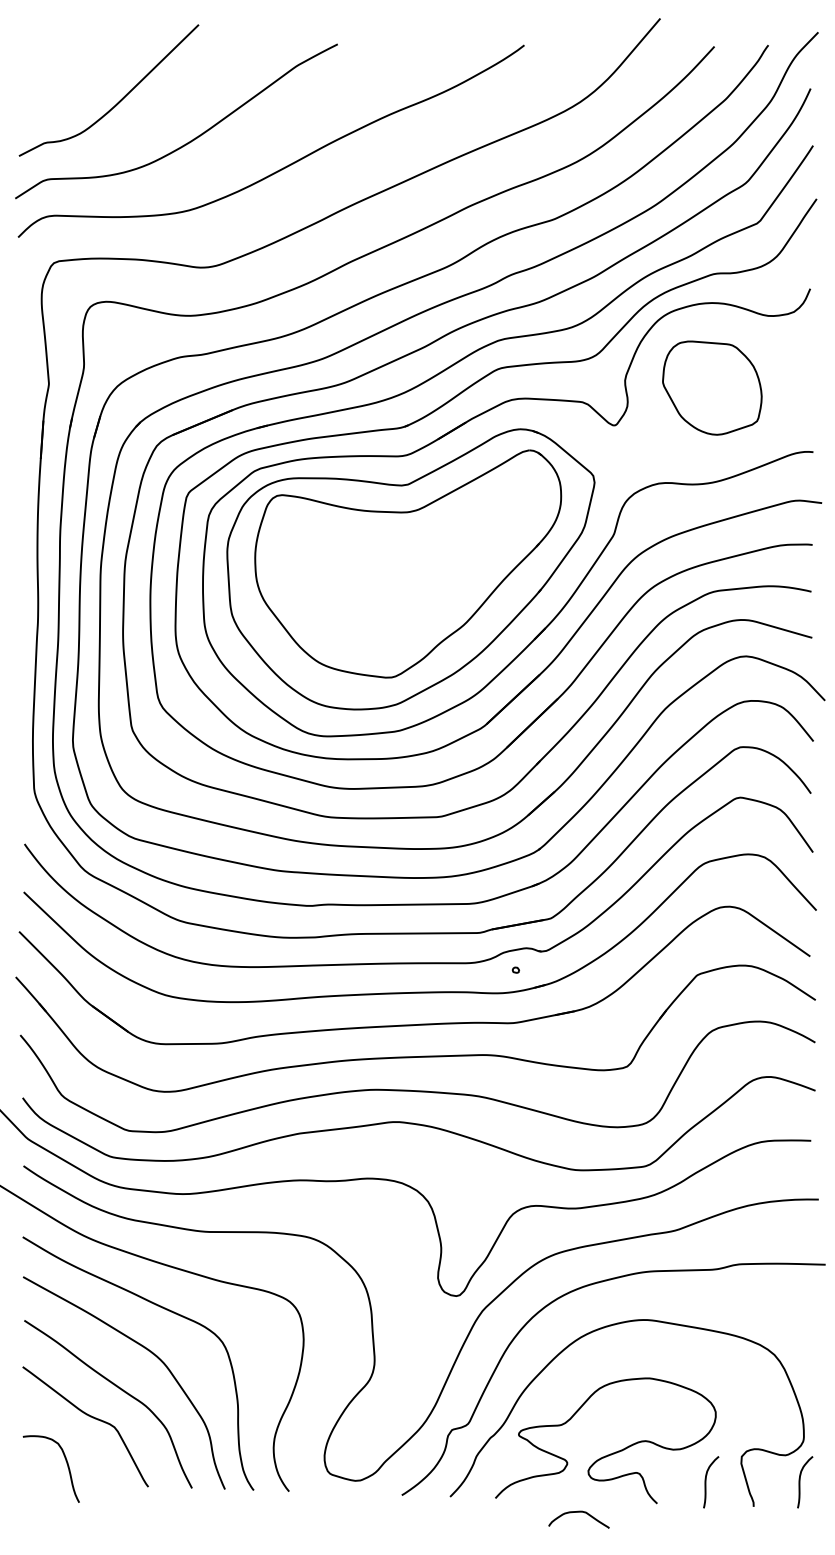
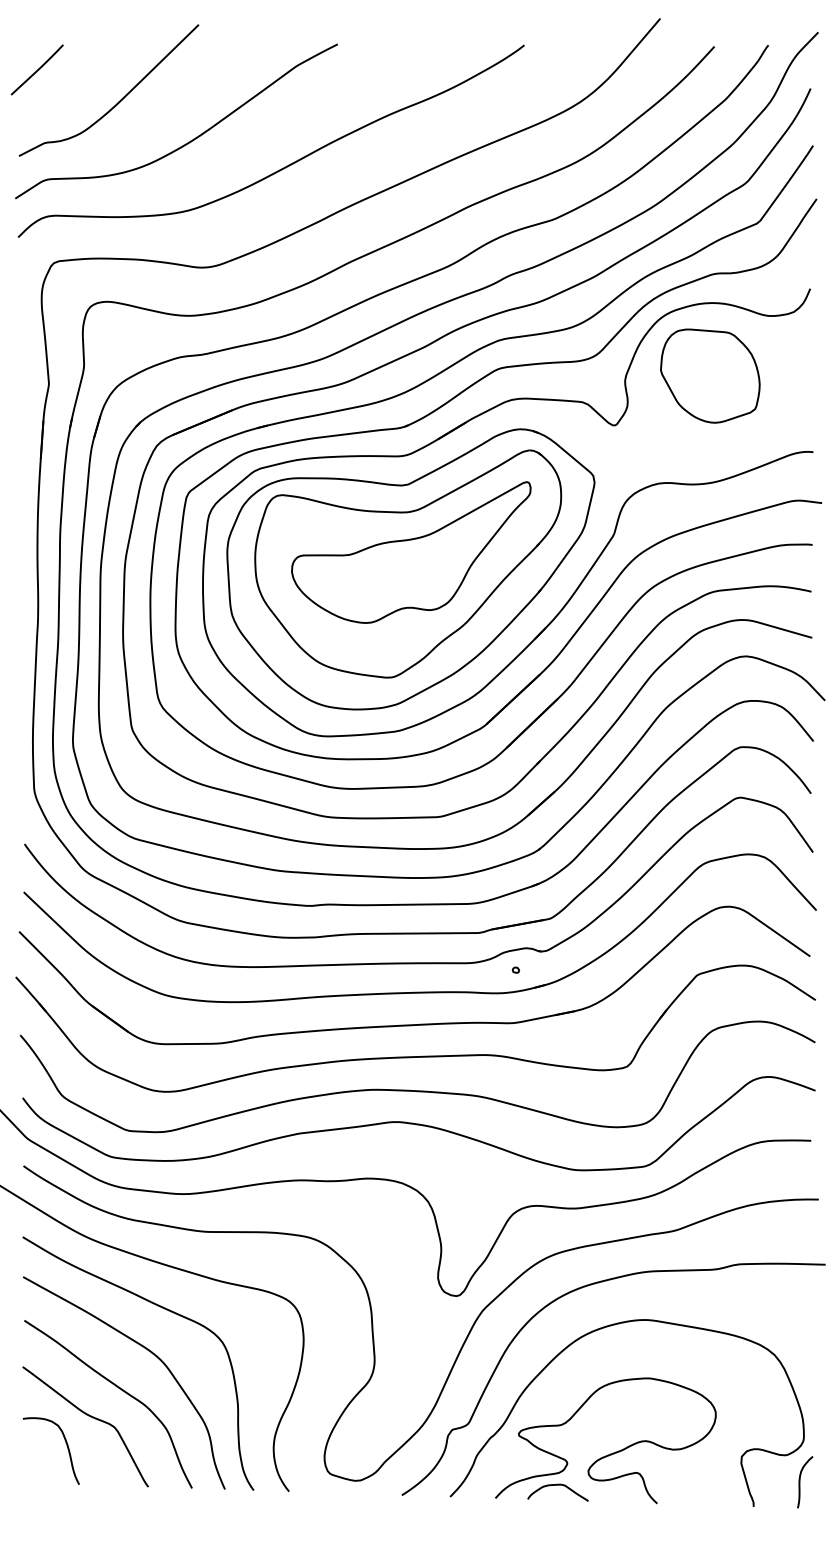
line at (37, 69): none -> present
part at (712, 387) position: (712, 387) -> (710, 375)
part at (411, 552): none -> present
curve at (66, 1464) position: (66, 1464) -> (66, 1446)
curve at (706, 1482): present -> none
curve at (578, 1512) position: (578, 1512) -> (557, 1485)
